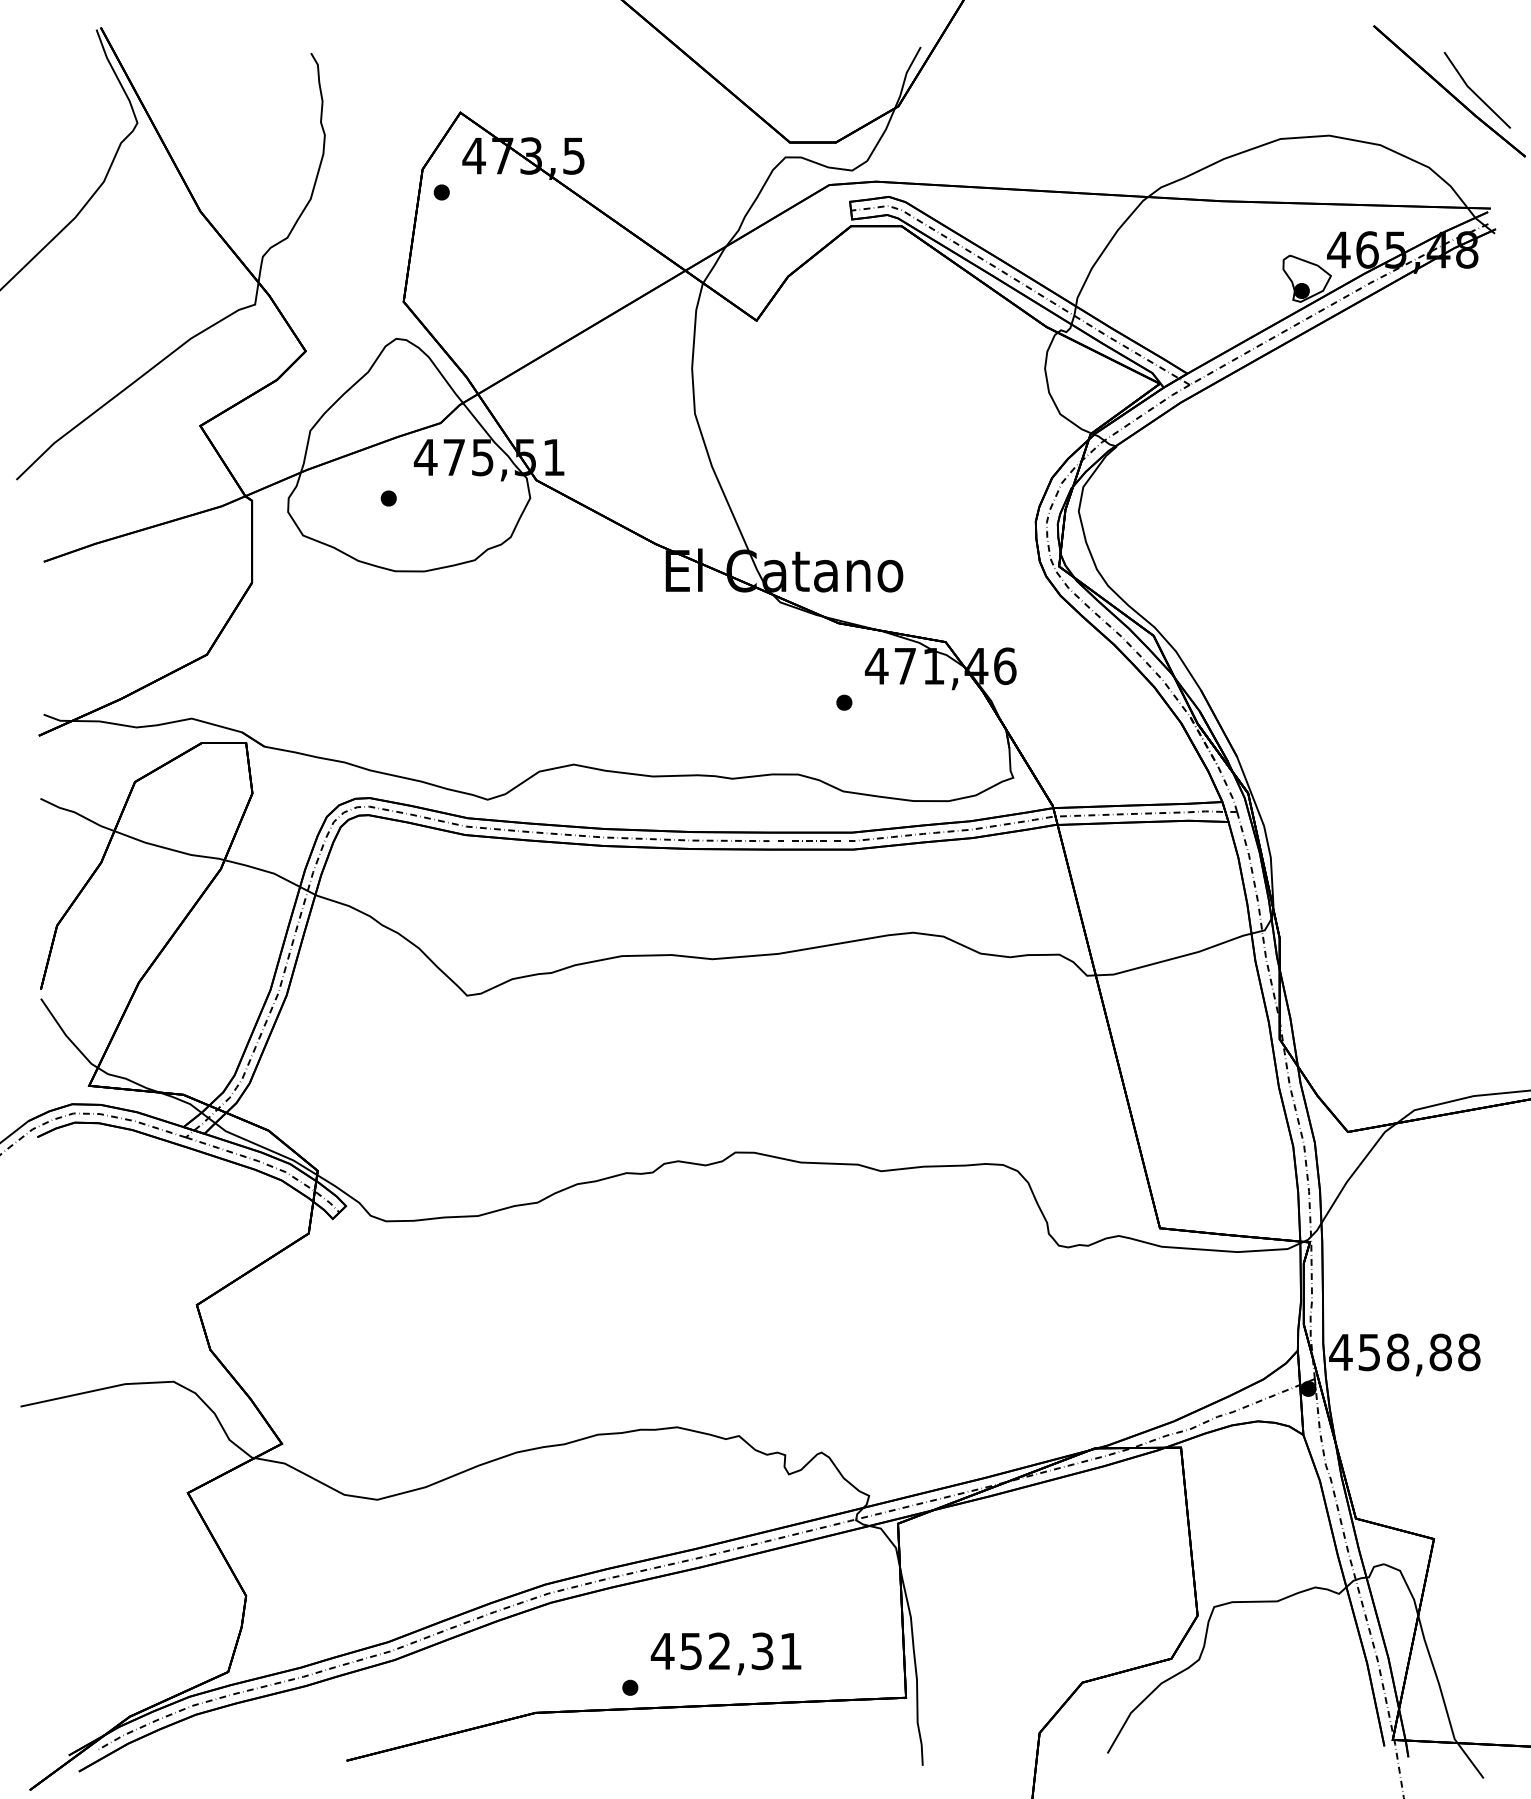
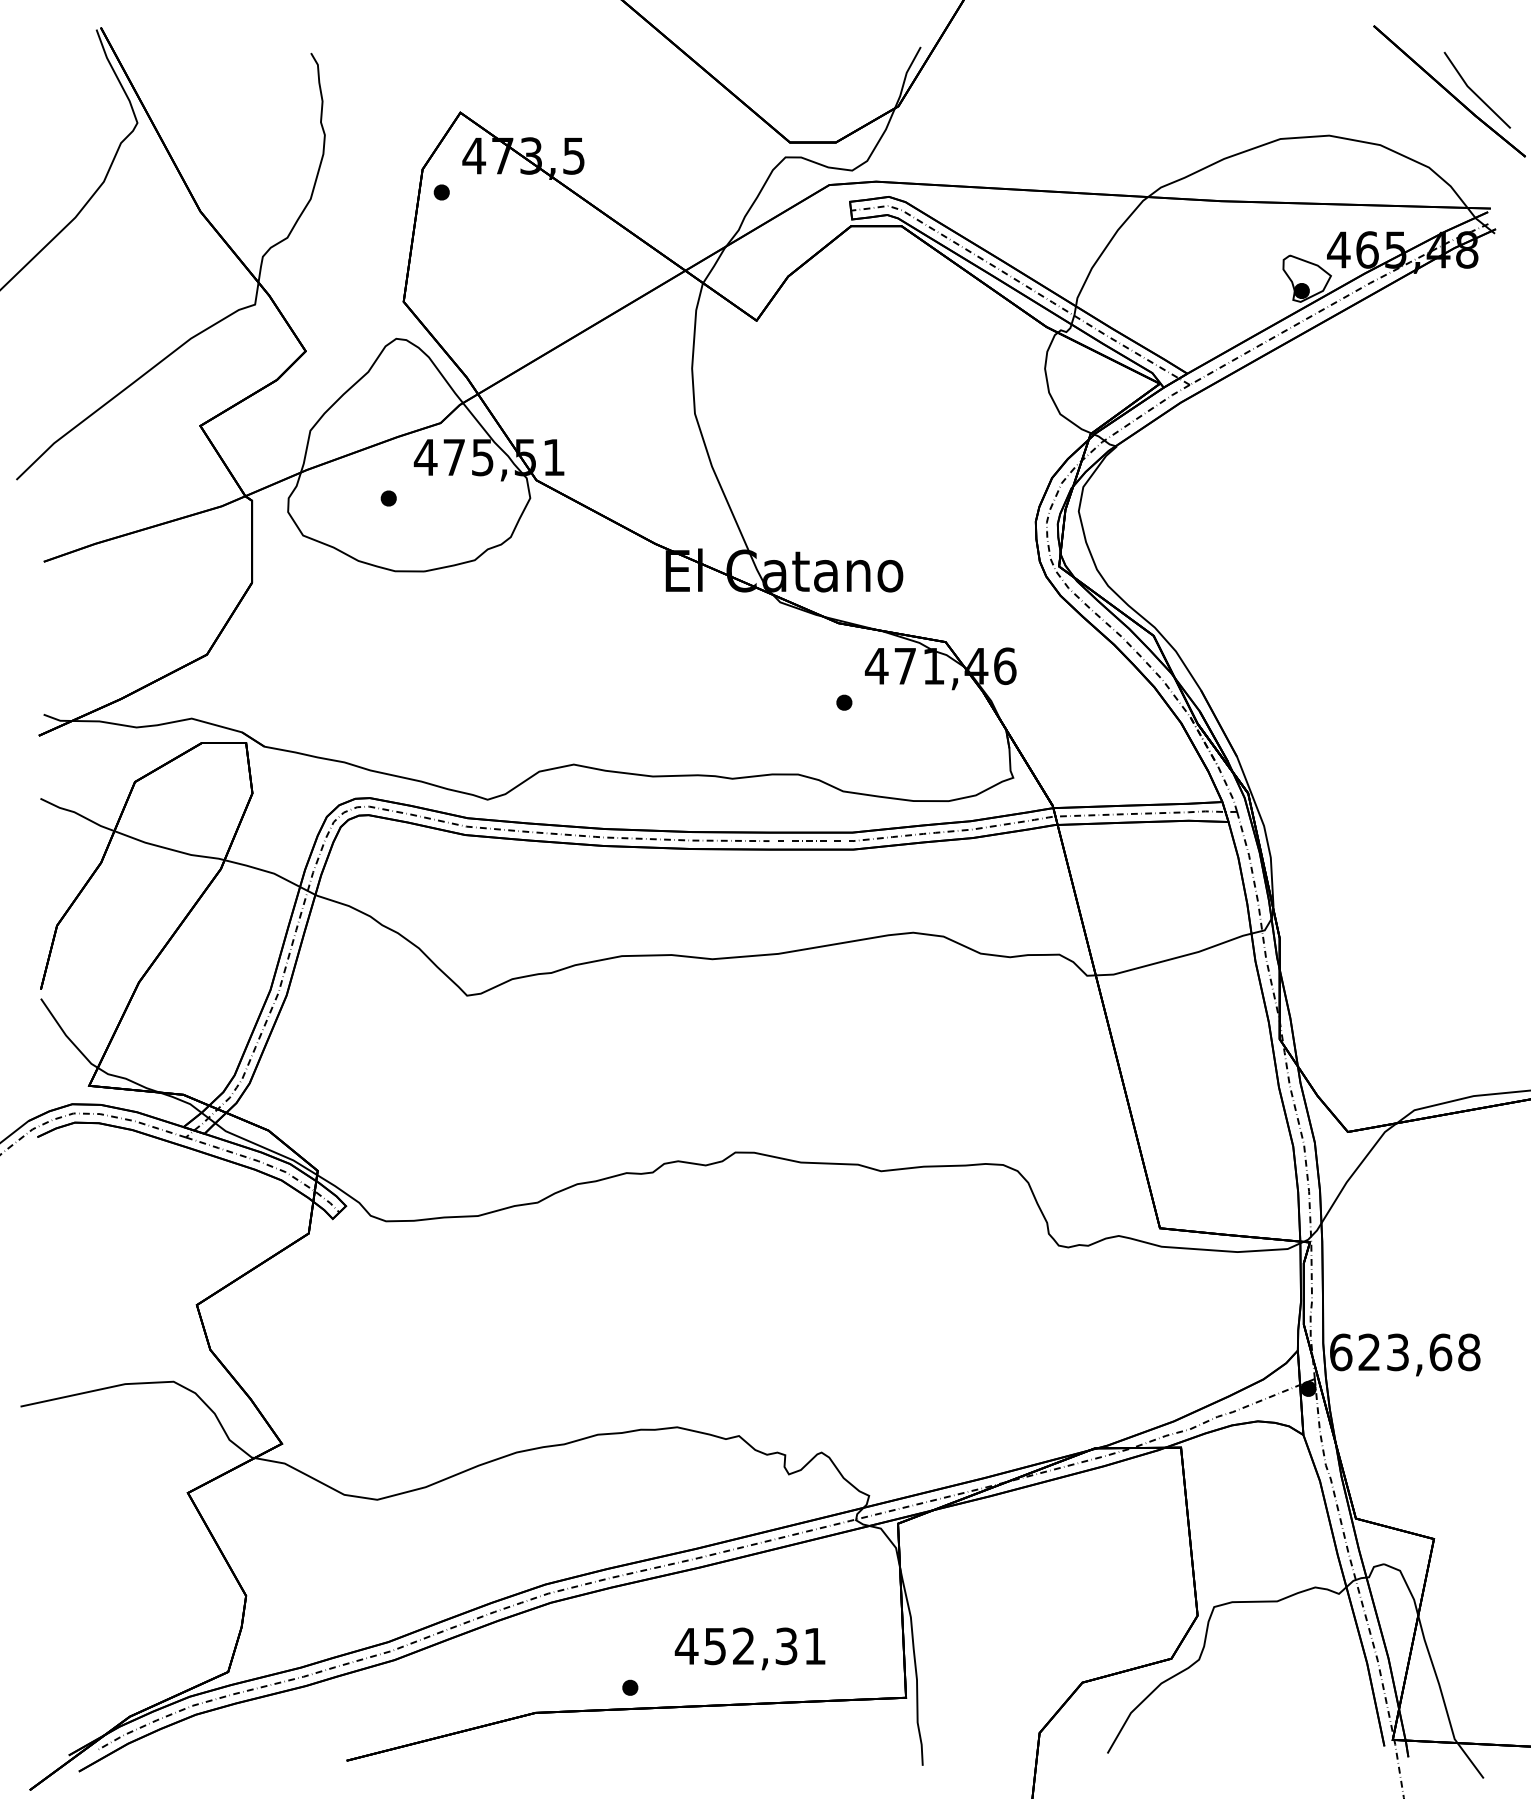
text at (1390, 1352): 458,88 -> 623,68
text at (725, 1653) position: (725, 1653) -> (749, 1648)
